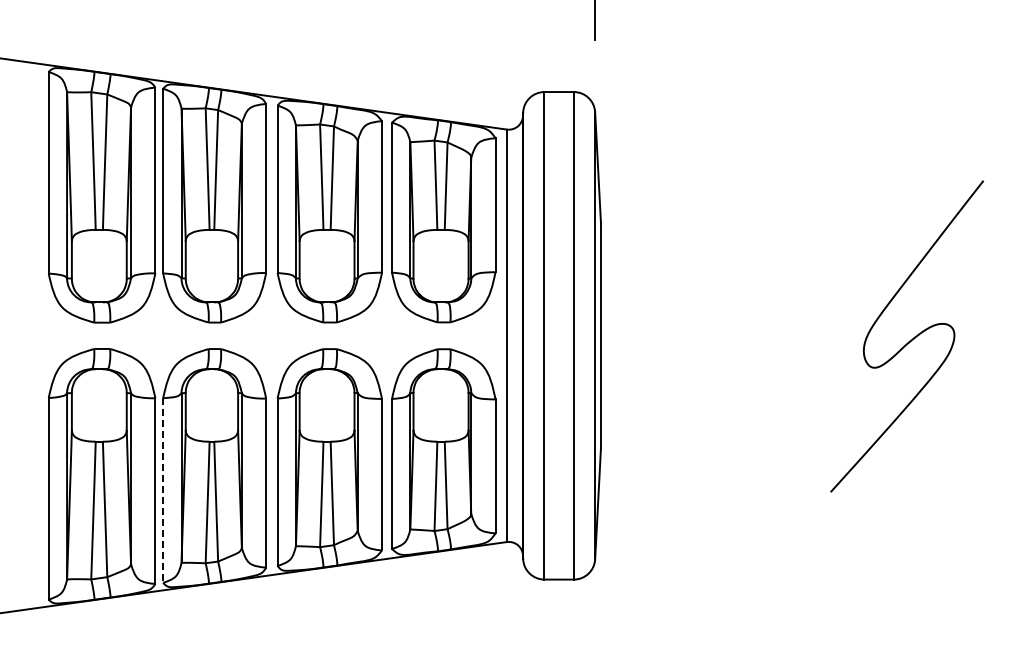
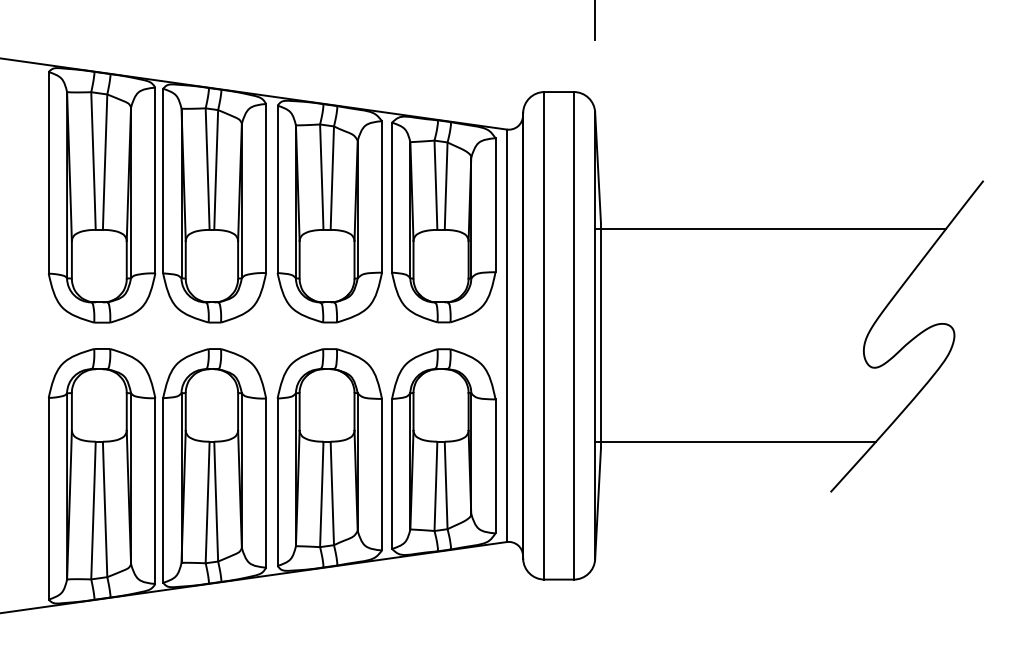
line at (770, 228): none -> present
line at (735, 442): none -> present
line at (163, 491): dashed -> solid
